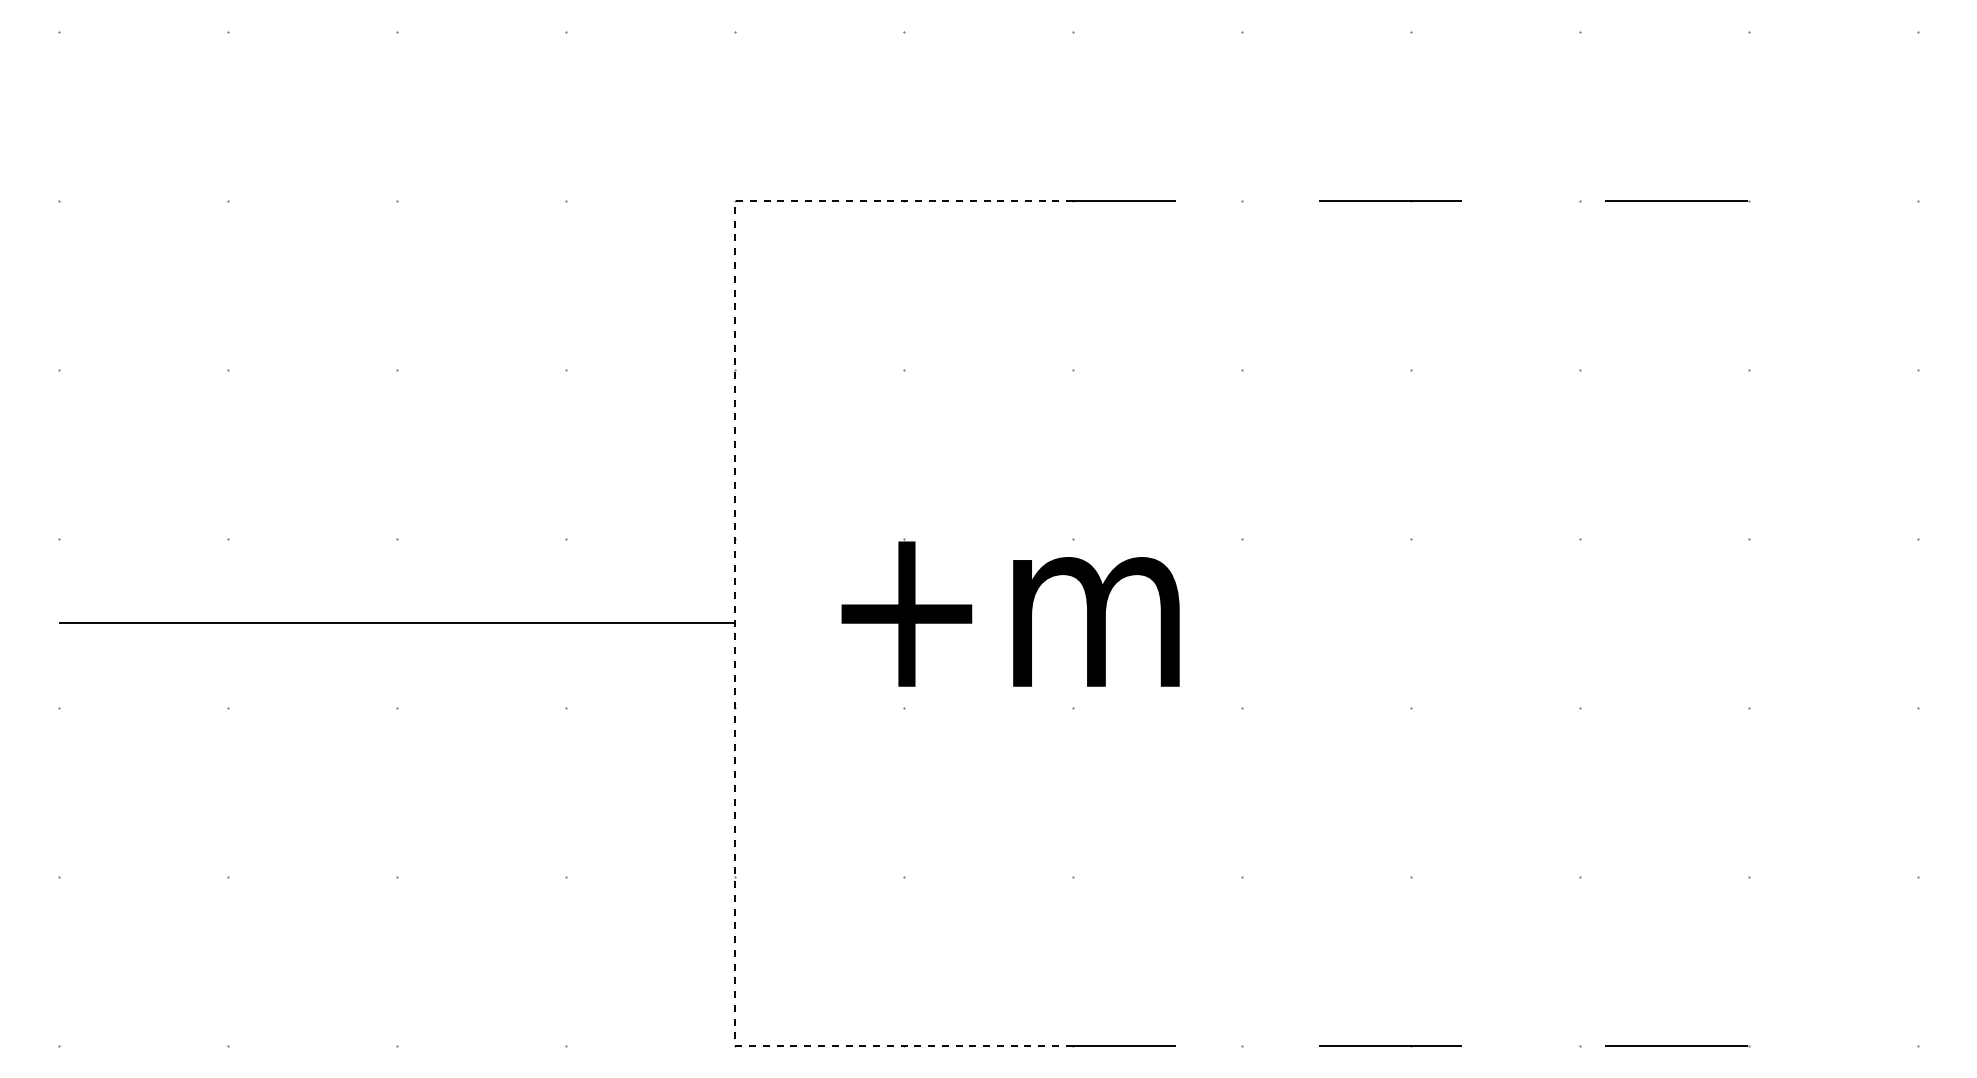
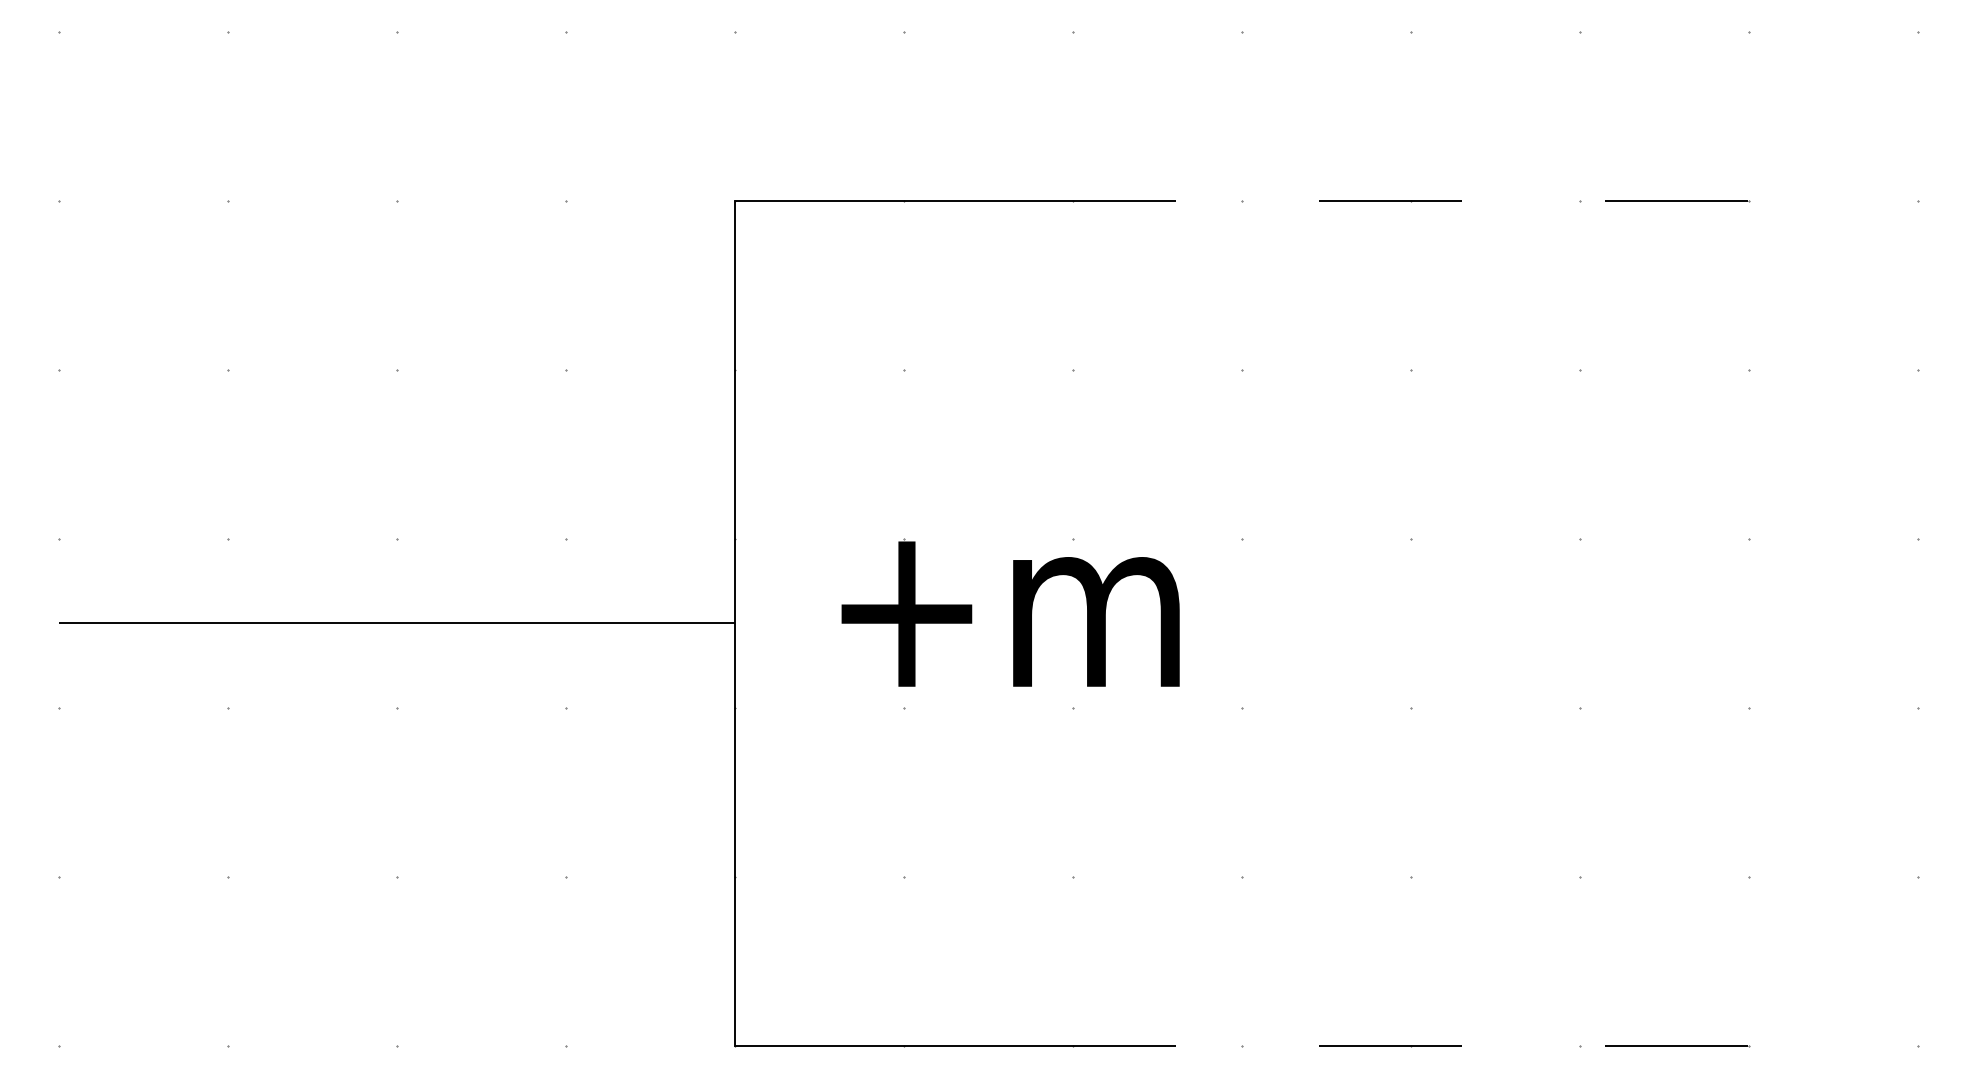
line at (735, 622): dashed -> solid
